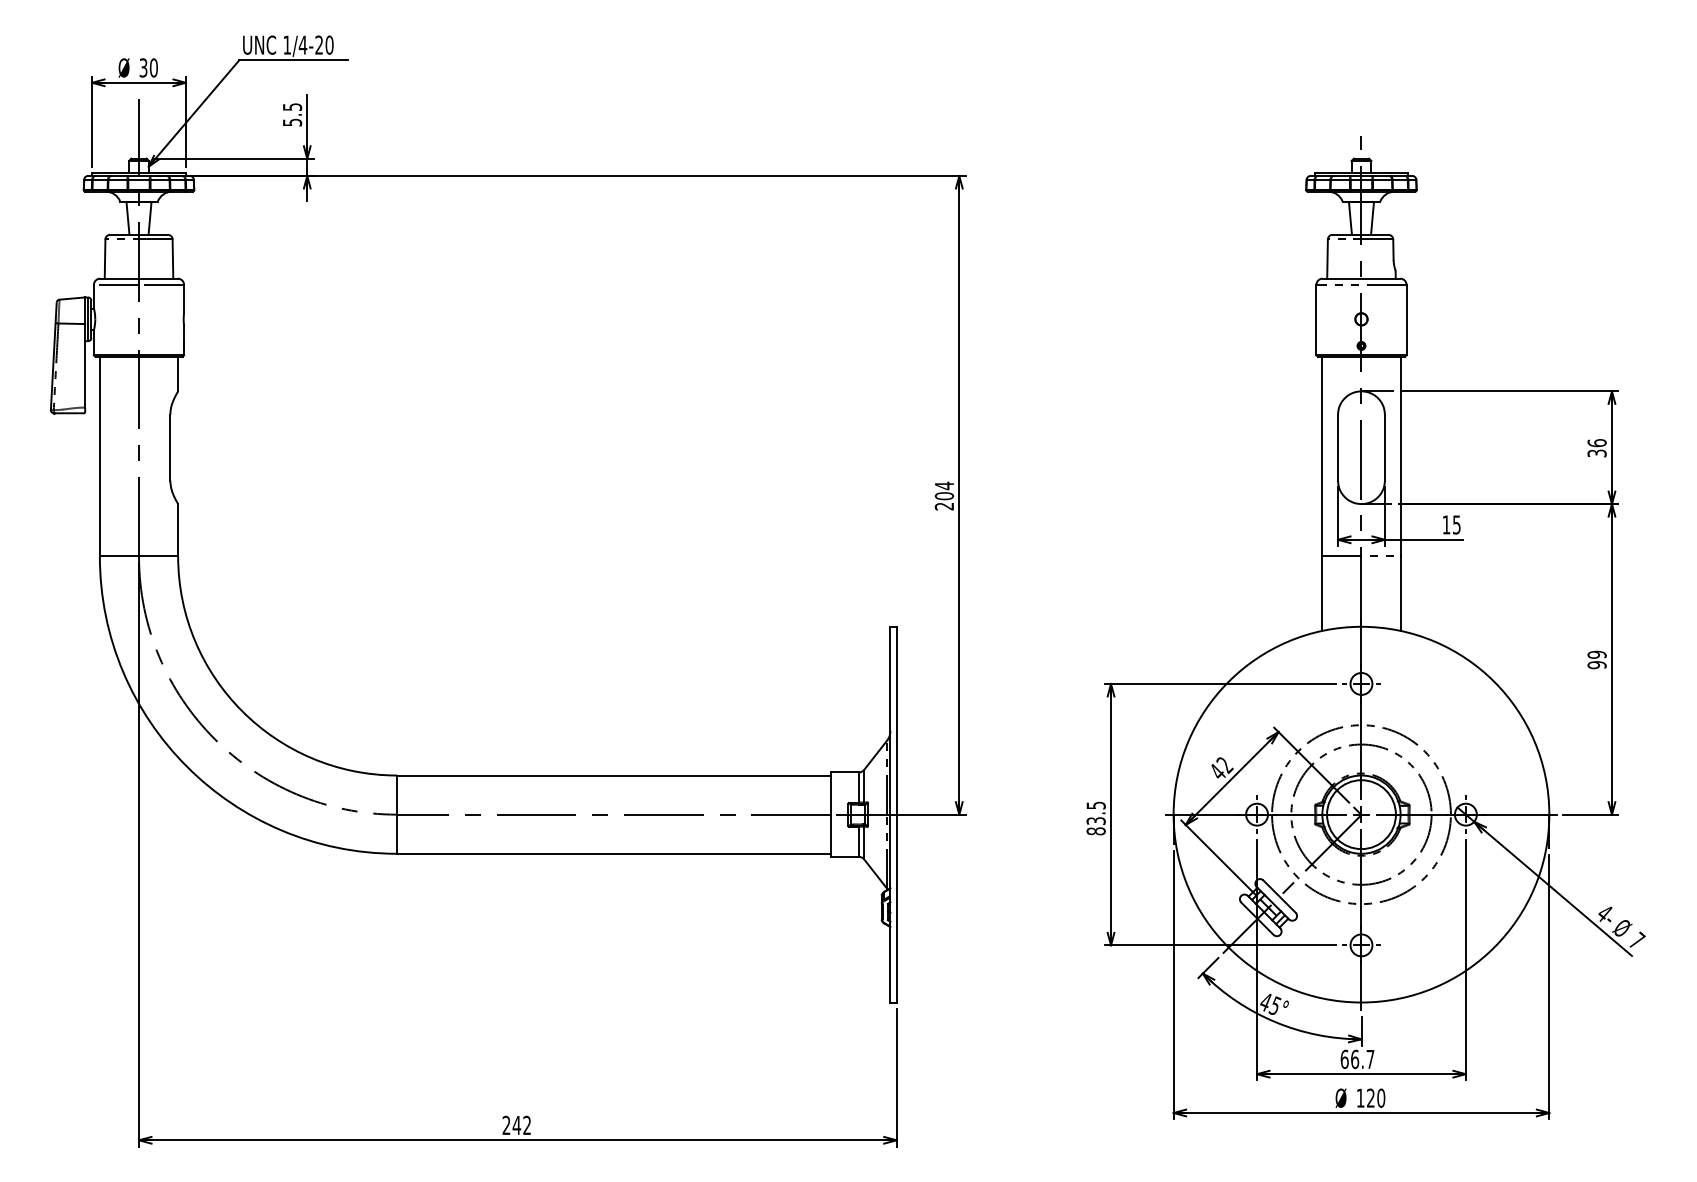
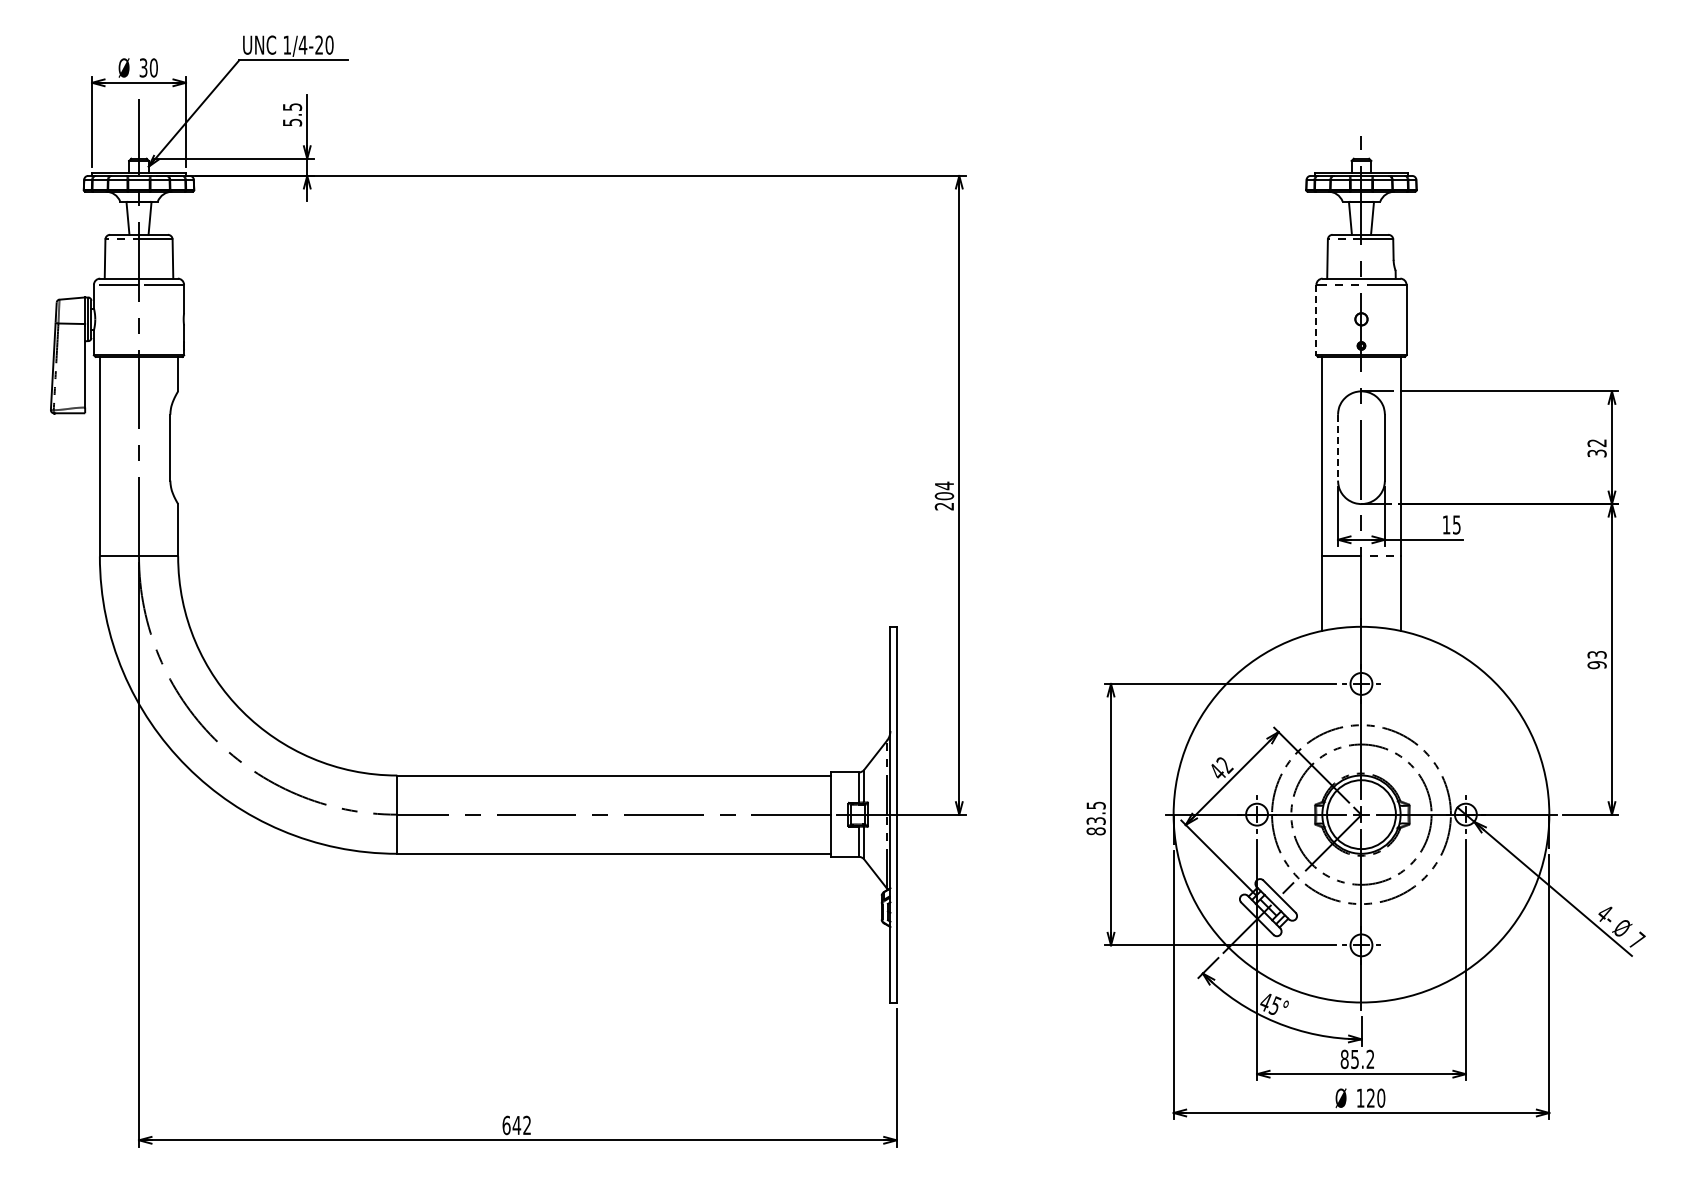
line at (1316, 320): solid -> dashed
text at (1596, 443): 36 -> 32
line at (1338, 447): solid -> dashed
text at (1596, 654): 99 -> 93
text at (1357, 1059): 66.7 -> 85.2
text at (506, 1125): 242 -> 642
